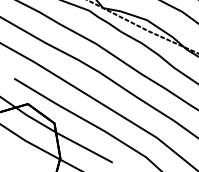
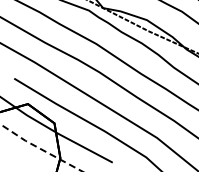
line at (39, 148): solid -> dashed
